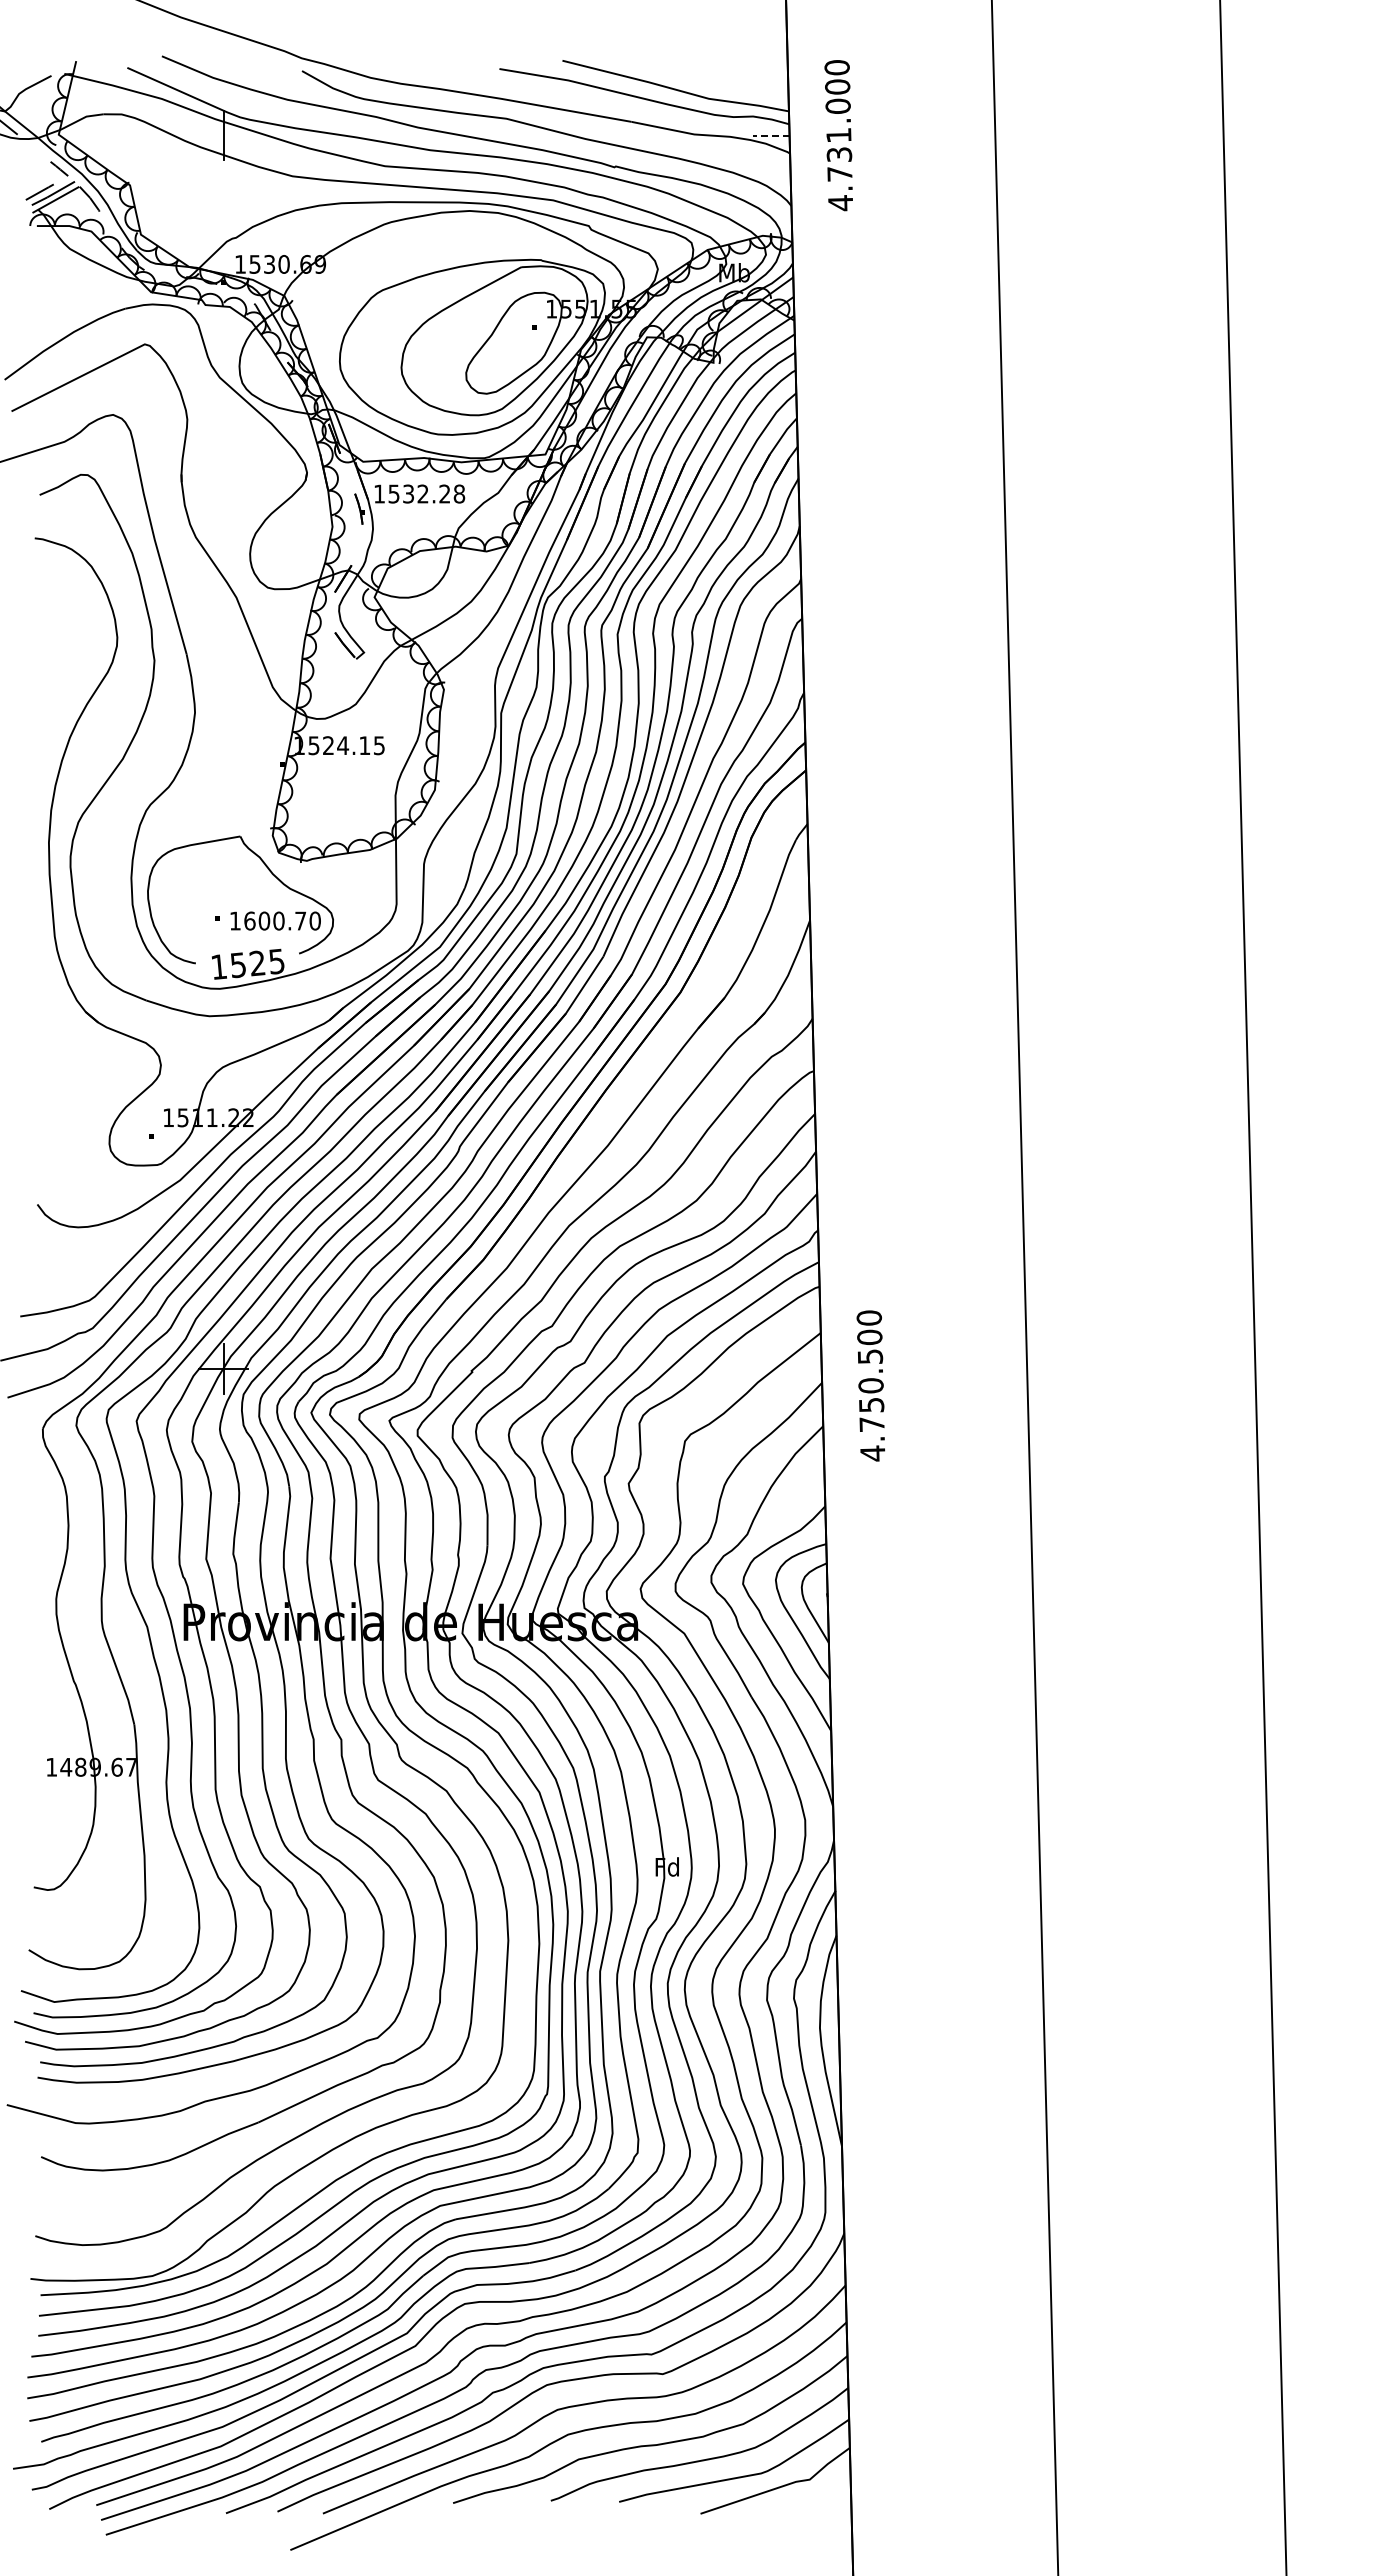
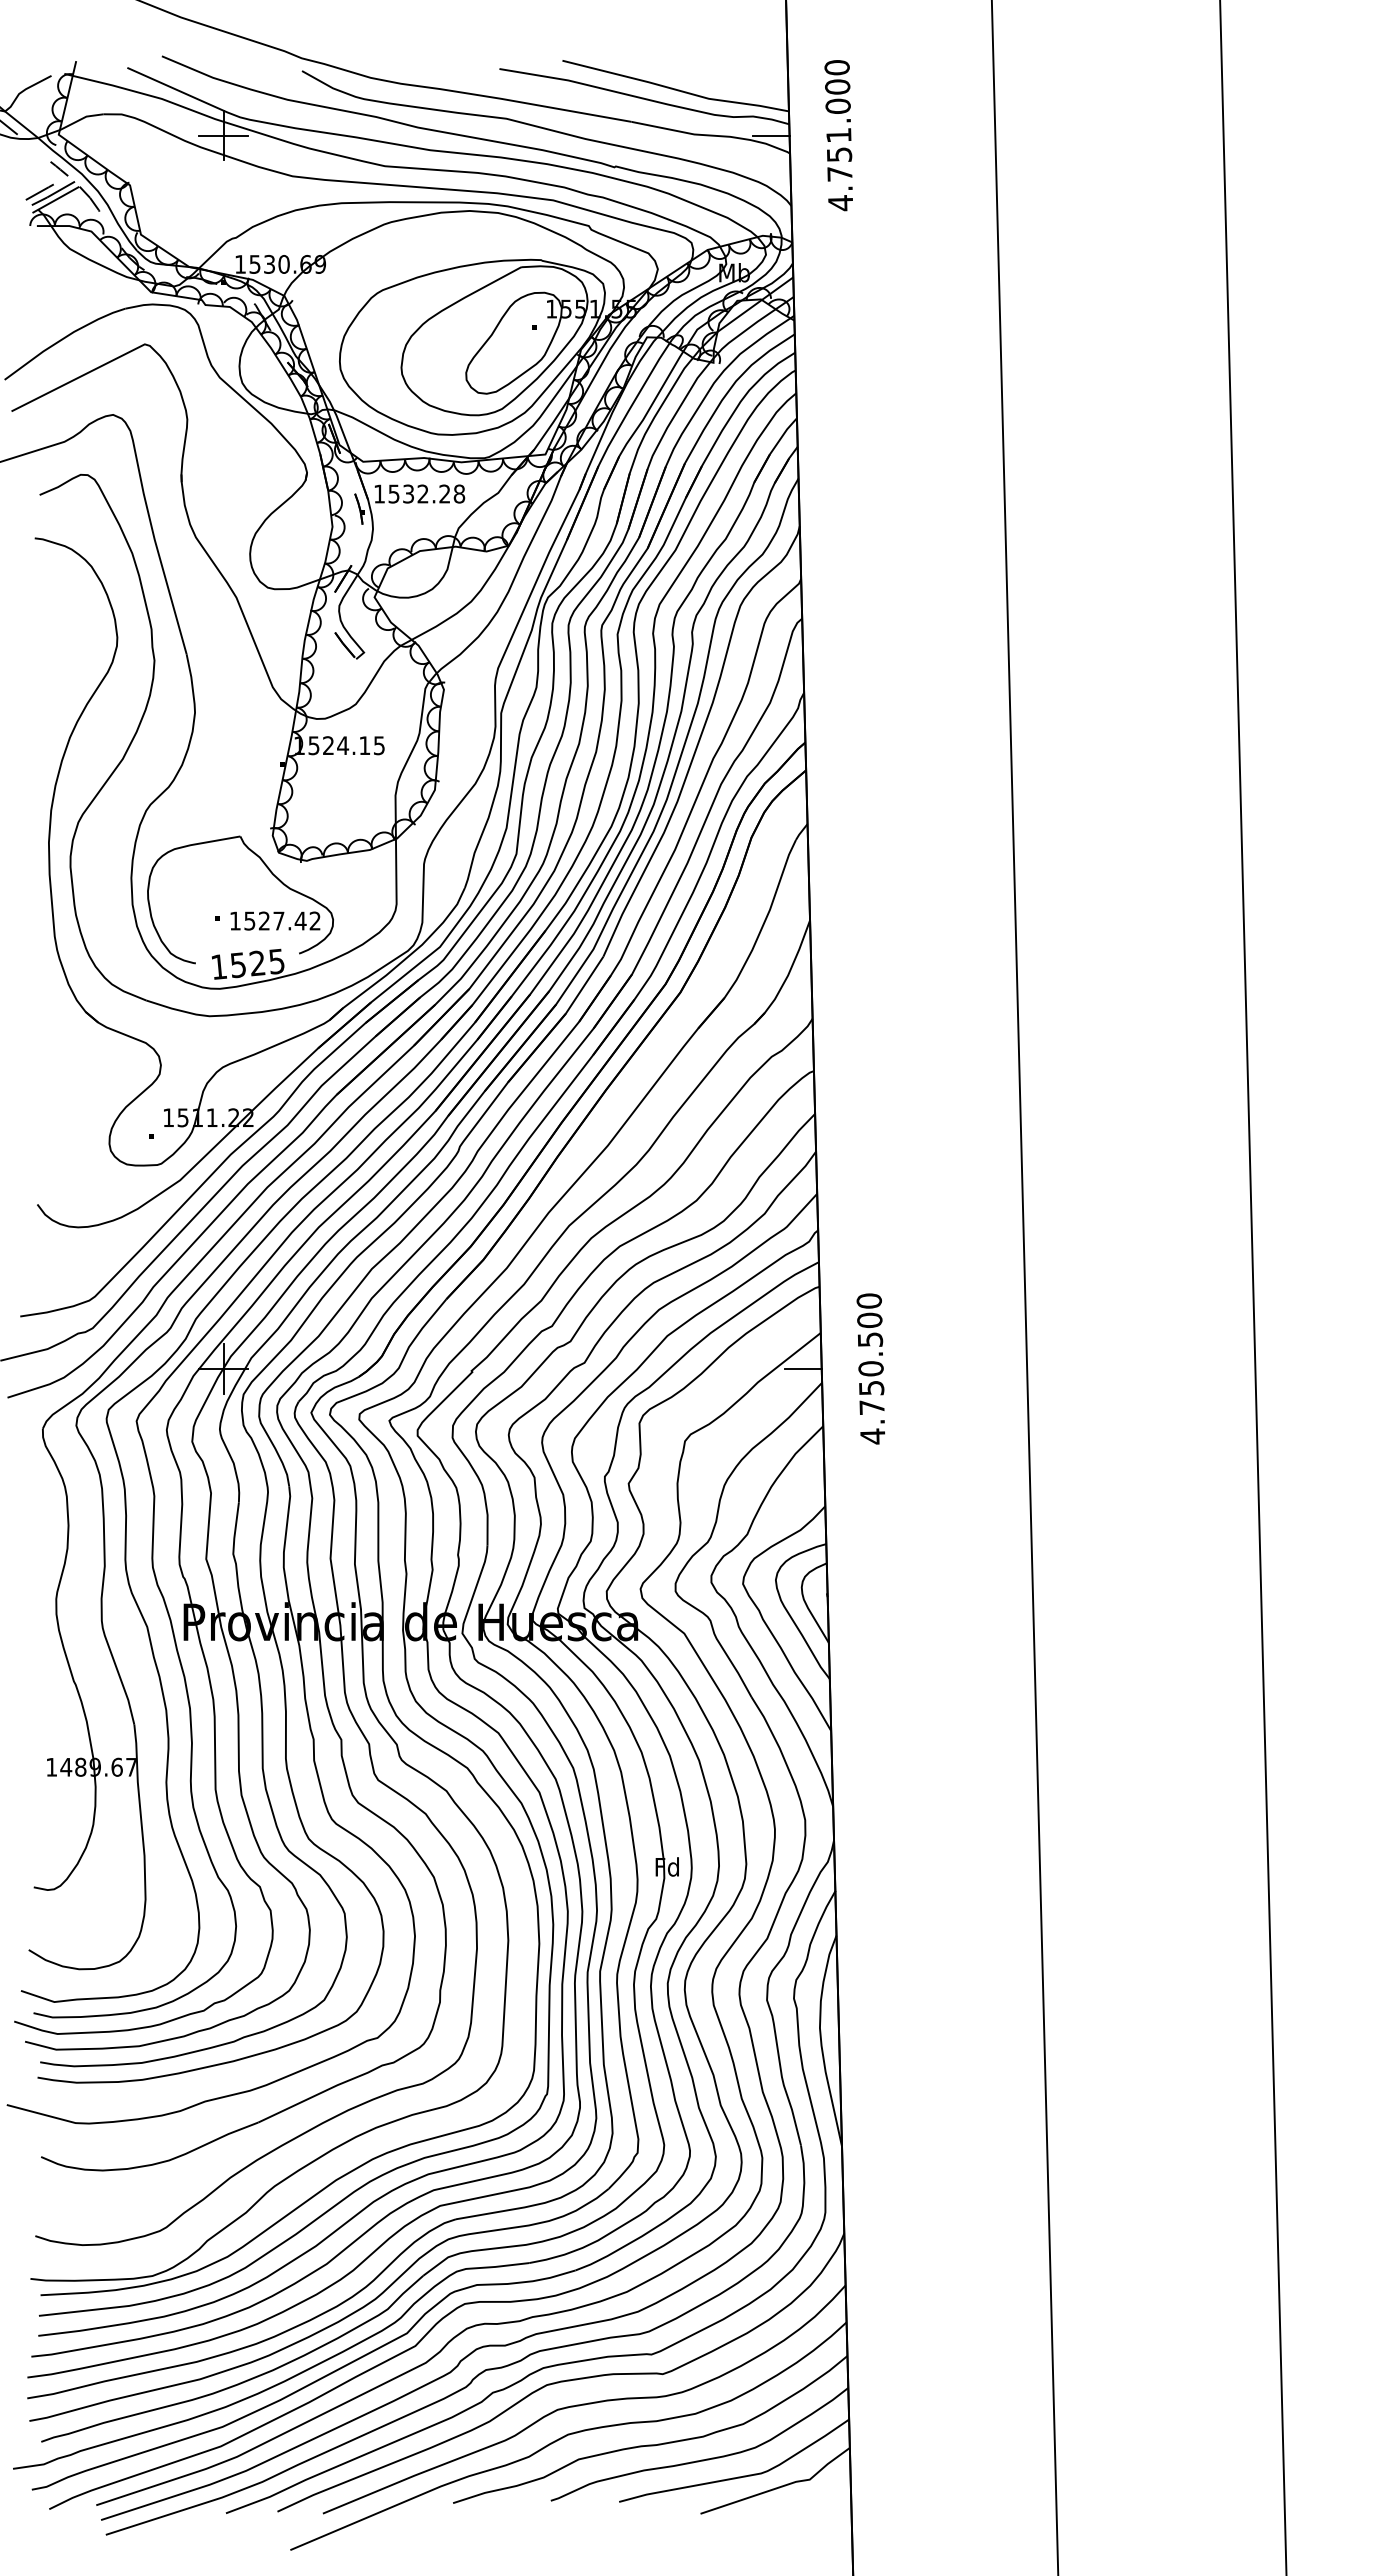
line at (223, 135): none -> present
line at (771, 135): dashed -> solid
text at (838, 154): 4.731.000 -> 4.751.000
text at (282, 920): 1600.70 -> 1527.42
line at (802, 1369): none -> present
text at (870, 1385) position: (870, 1385) -> (870, 1368)
